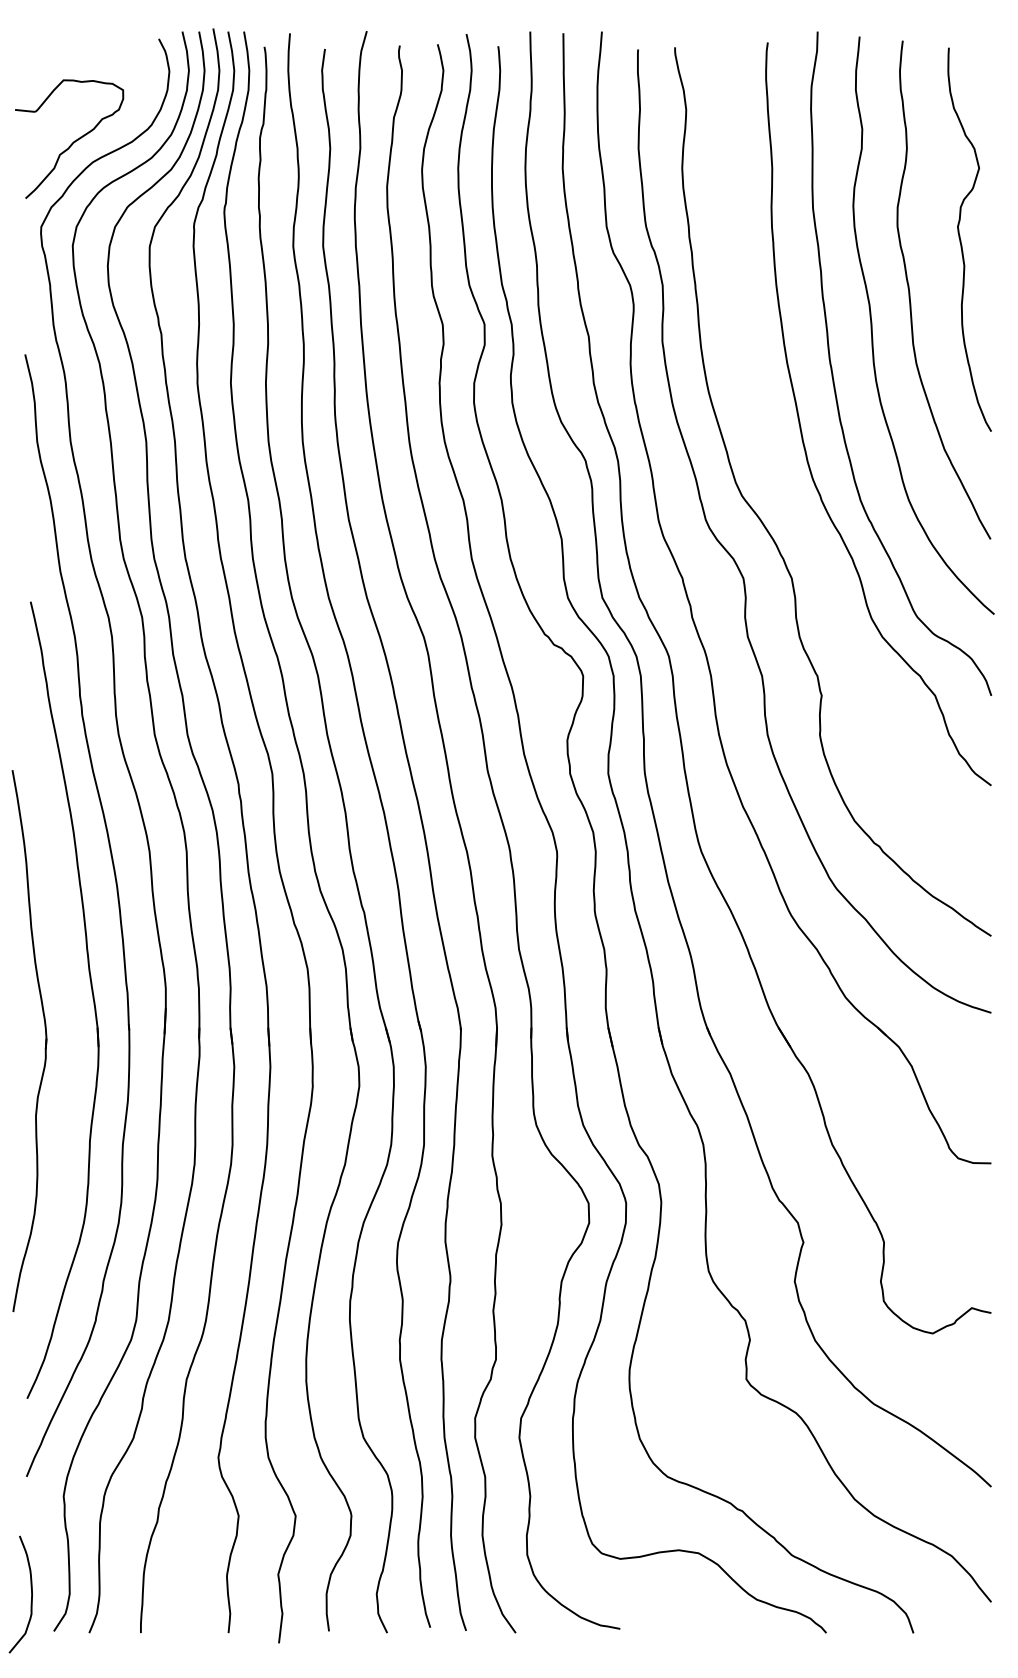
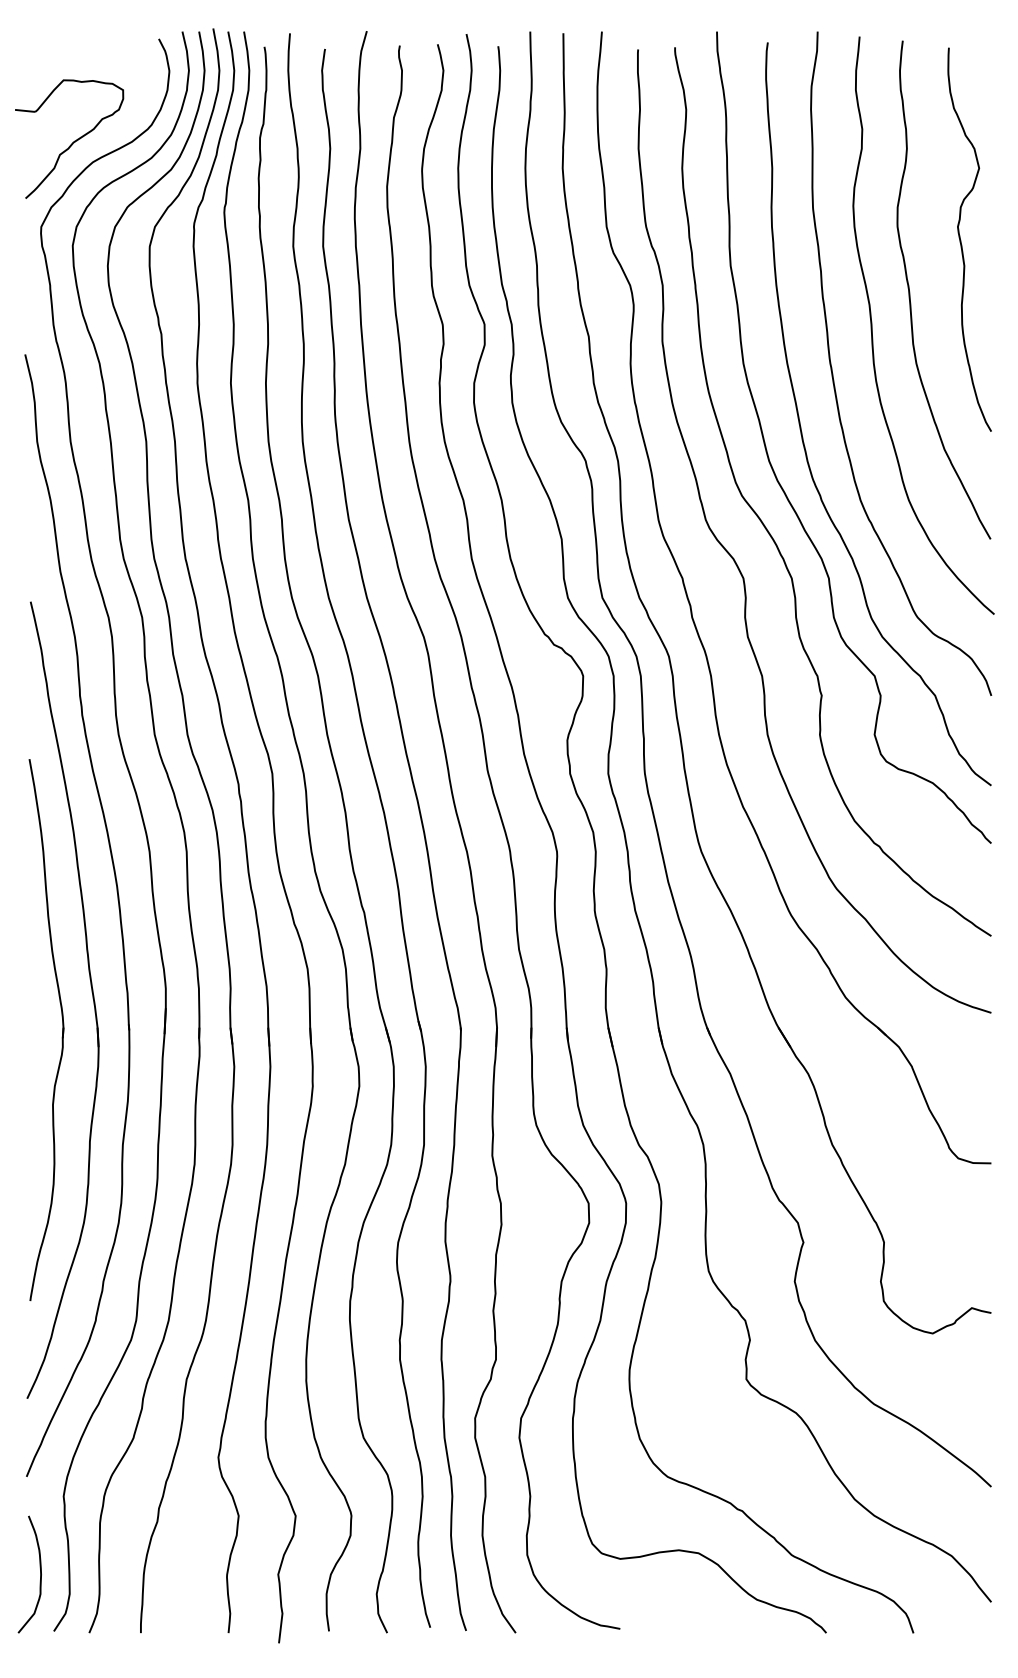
curve at (774, 470): none -> present
part at (45, 1041) position: (45, 1041) -> (62, 1030)
curve at (31, 1594) position: (31, 1594) -> (40, 1574)
